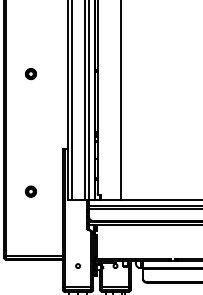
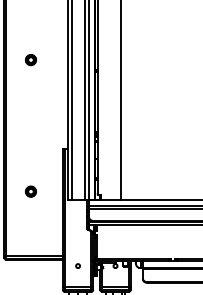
part at (30, 74) position: (30, 74) -> (30, 60)
